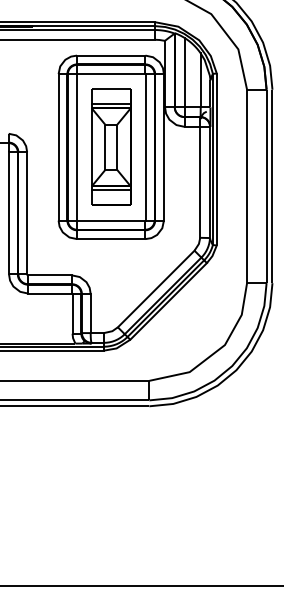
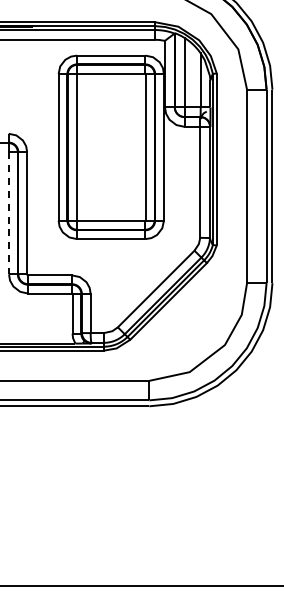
part at (111, 146): present -> none
line at (9, 213): solid -> dashed
